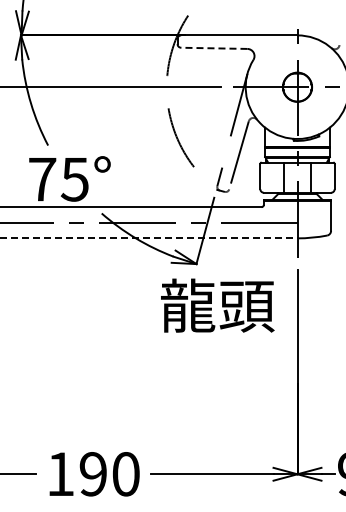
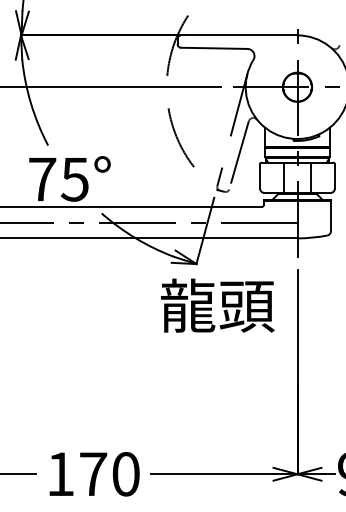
line at (213, 48): dashed -> solid
line at (148, 238): dashed -> solid
text at (93, 474): 190 -> 170
